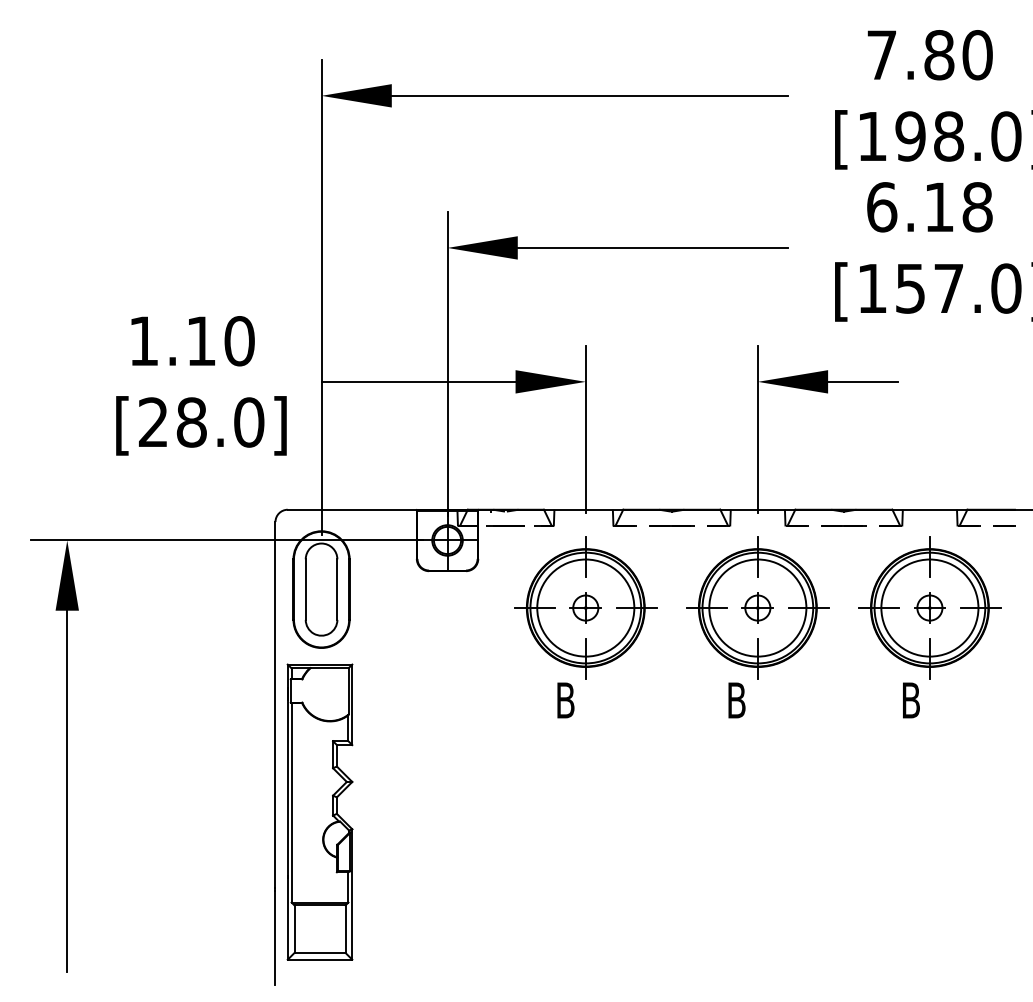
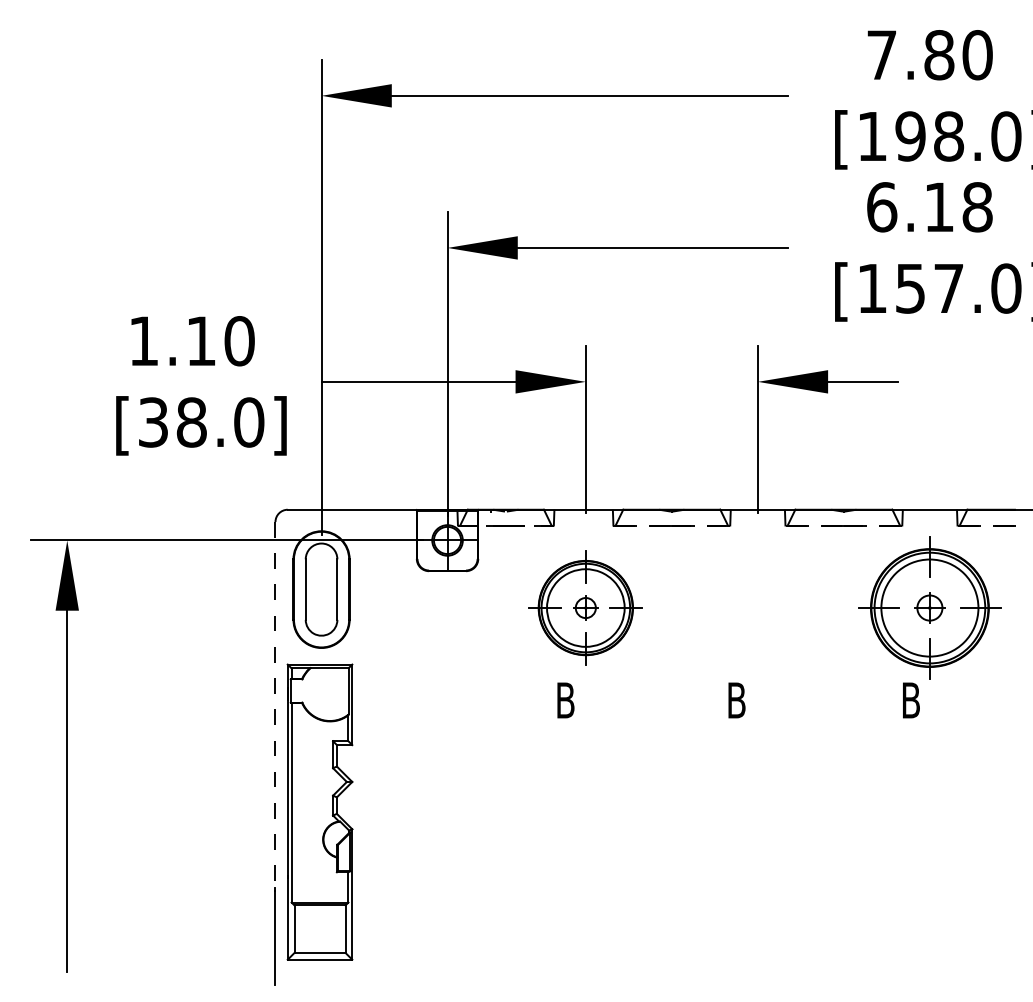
text at (152, 422): [28.0] -> [38.0]
part at (585, 607) size: 144x144 px -> 115x116 px
part at (757, 607): present -> none
line at (275, 705): solid -> dashed
